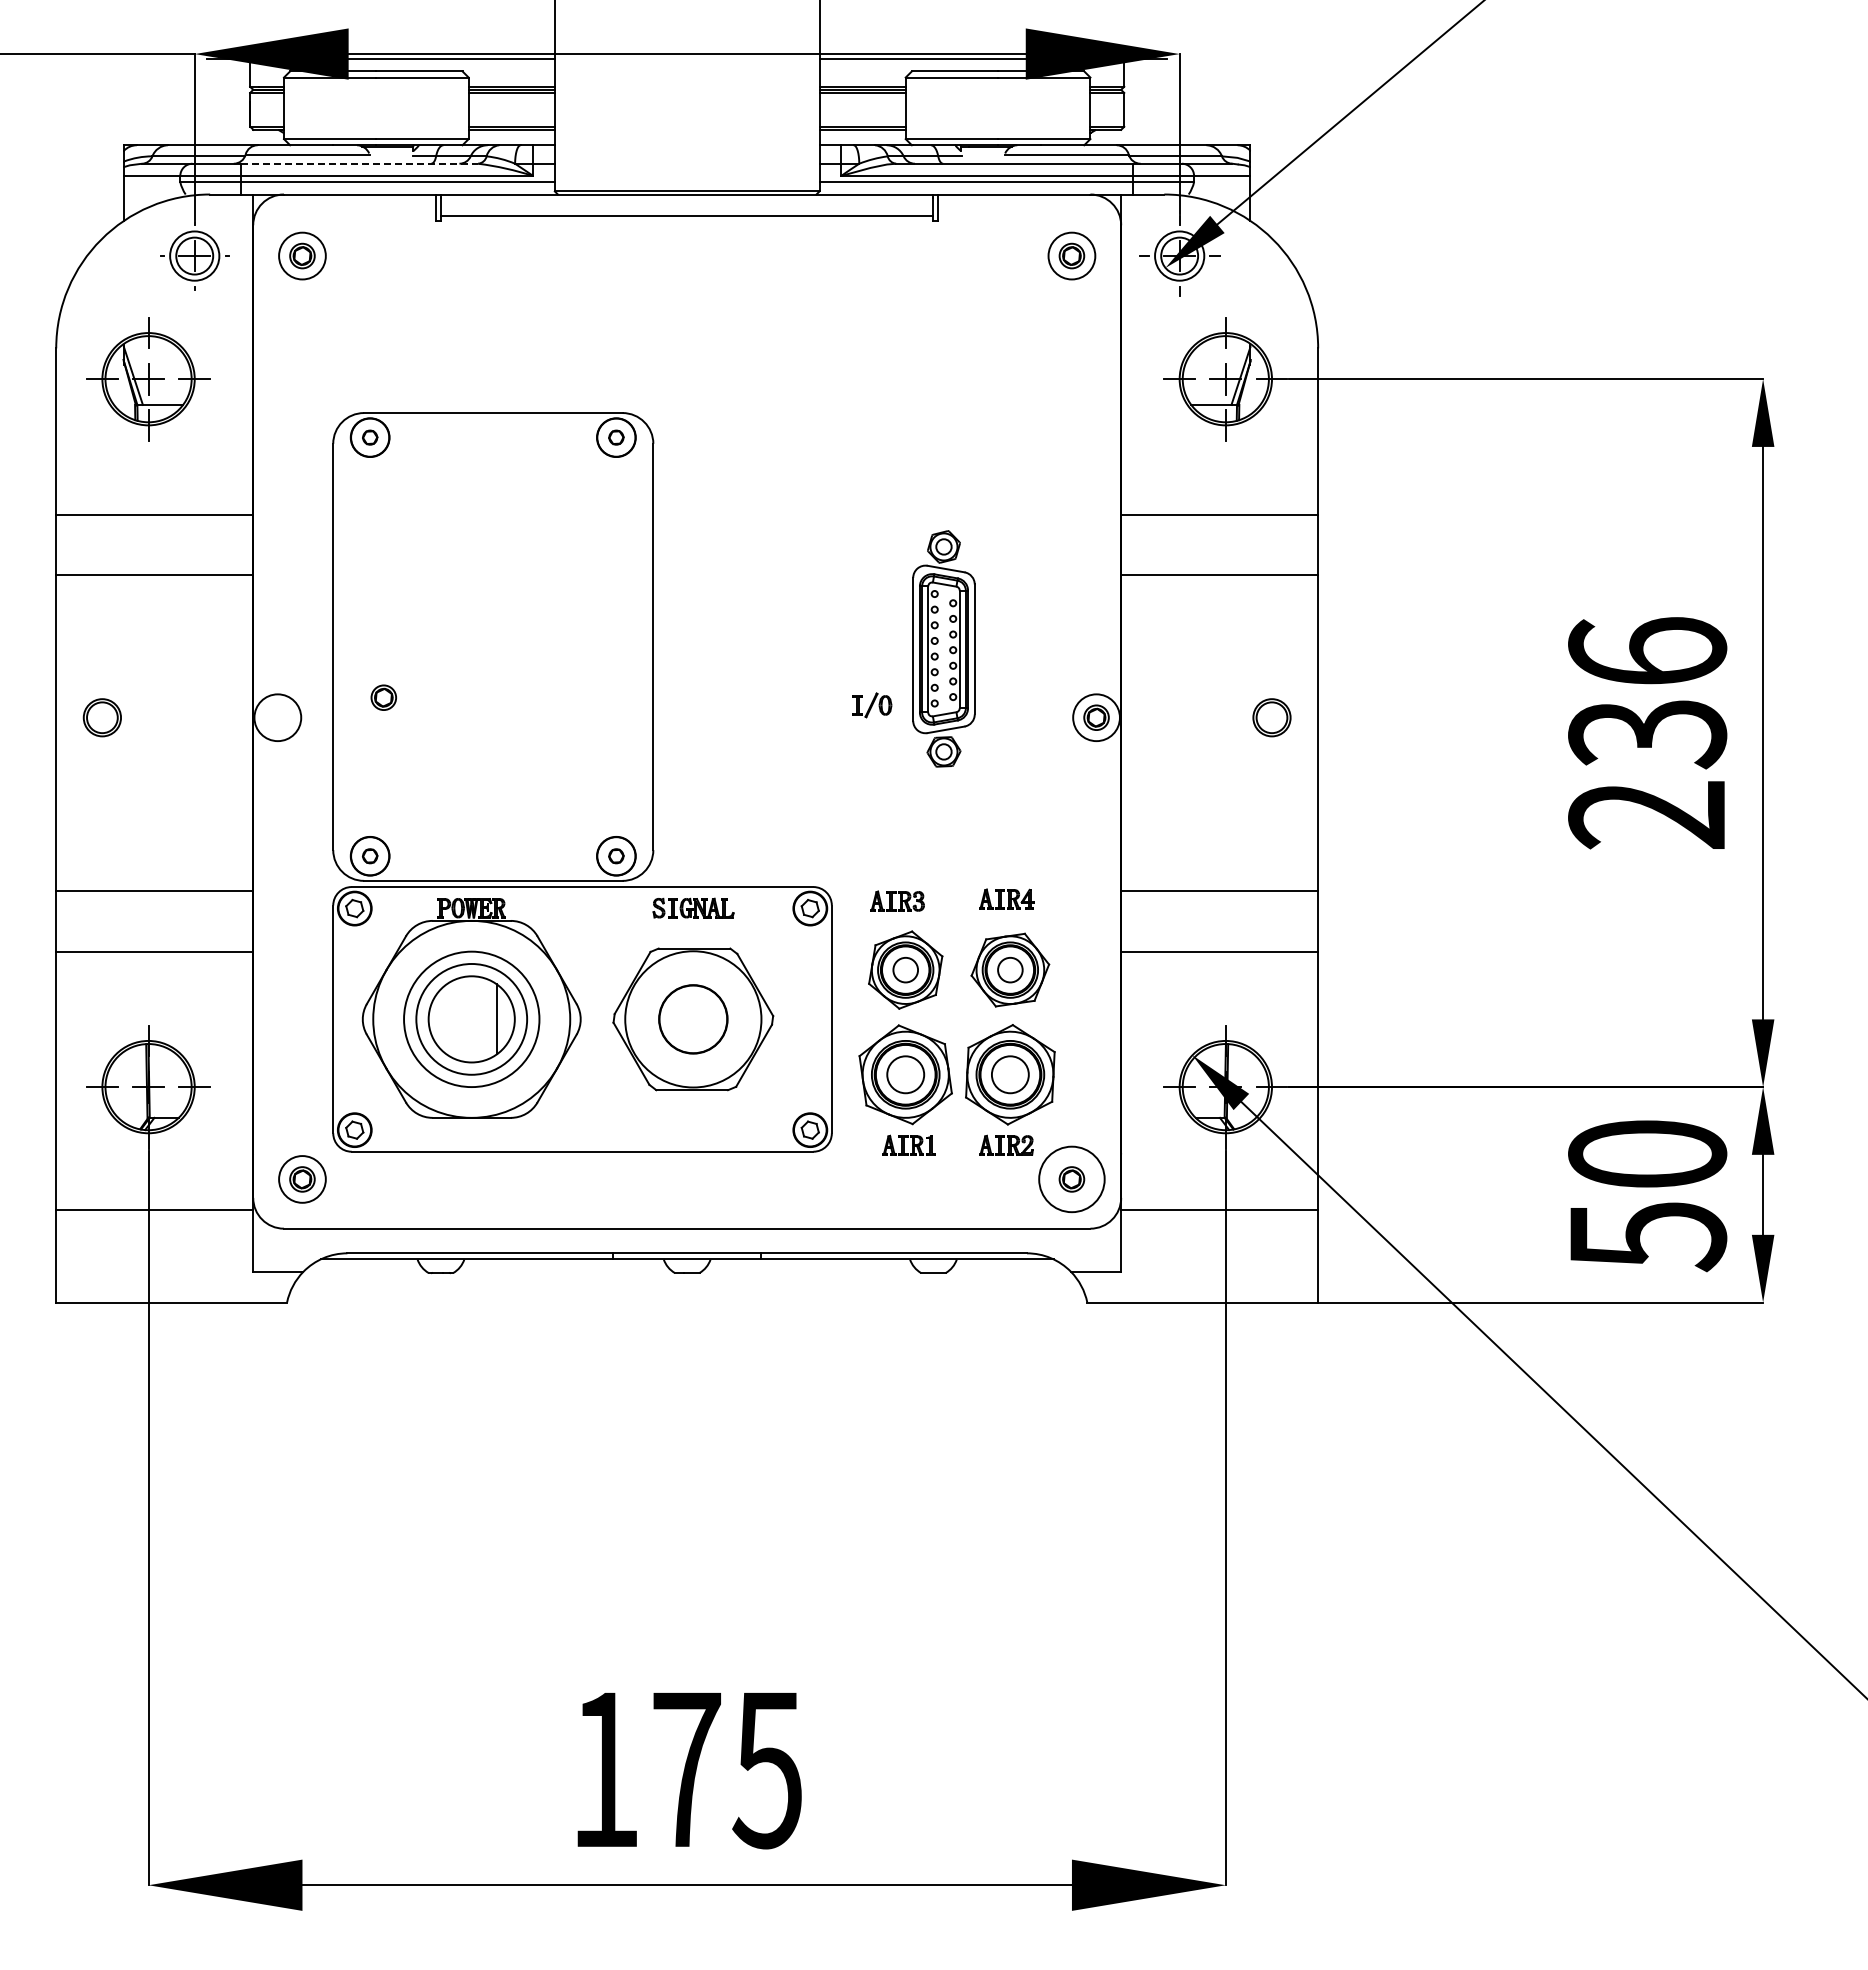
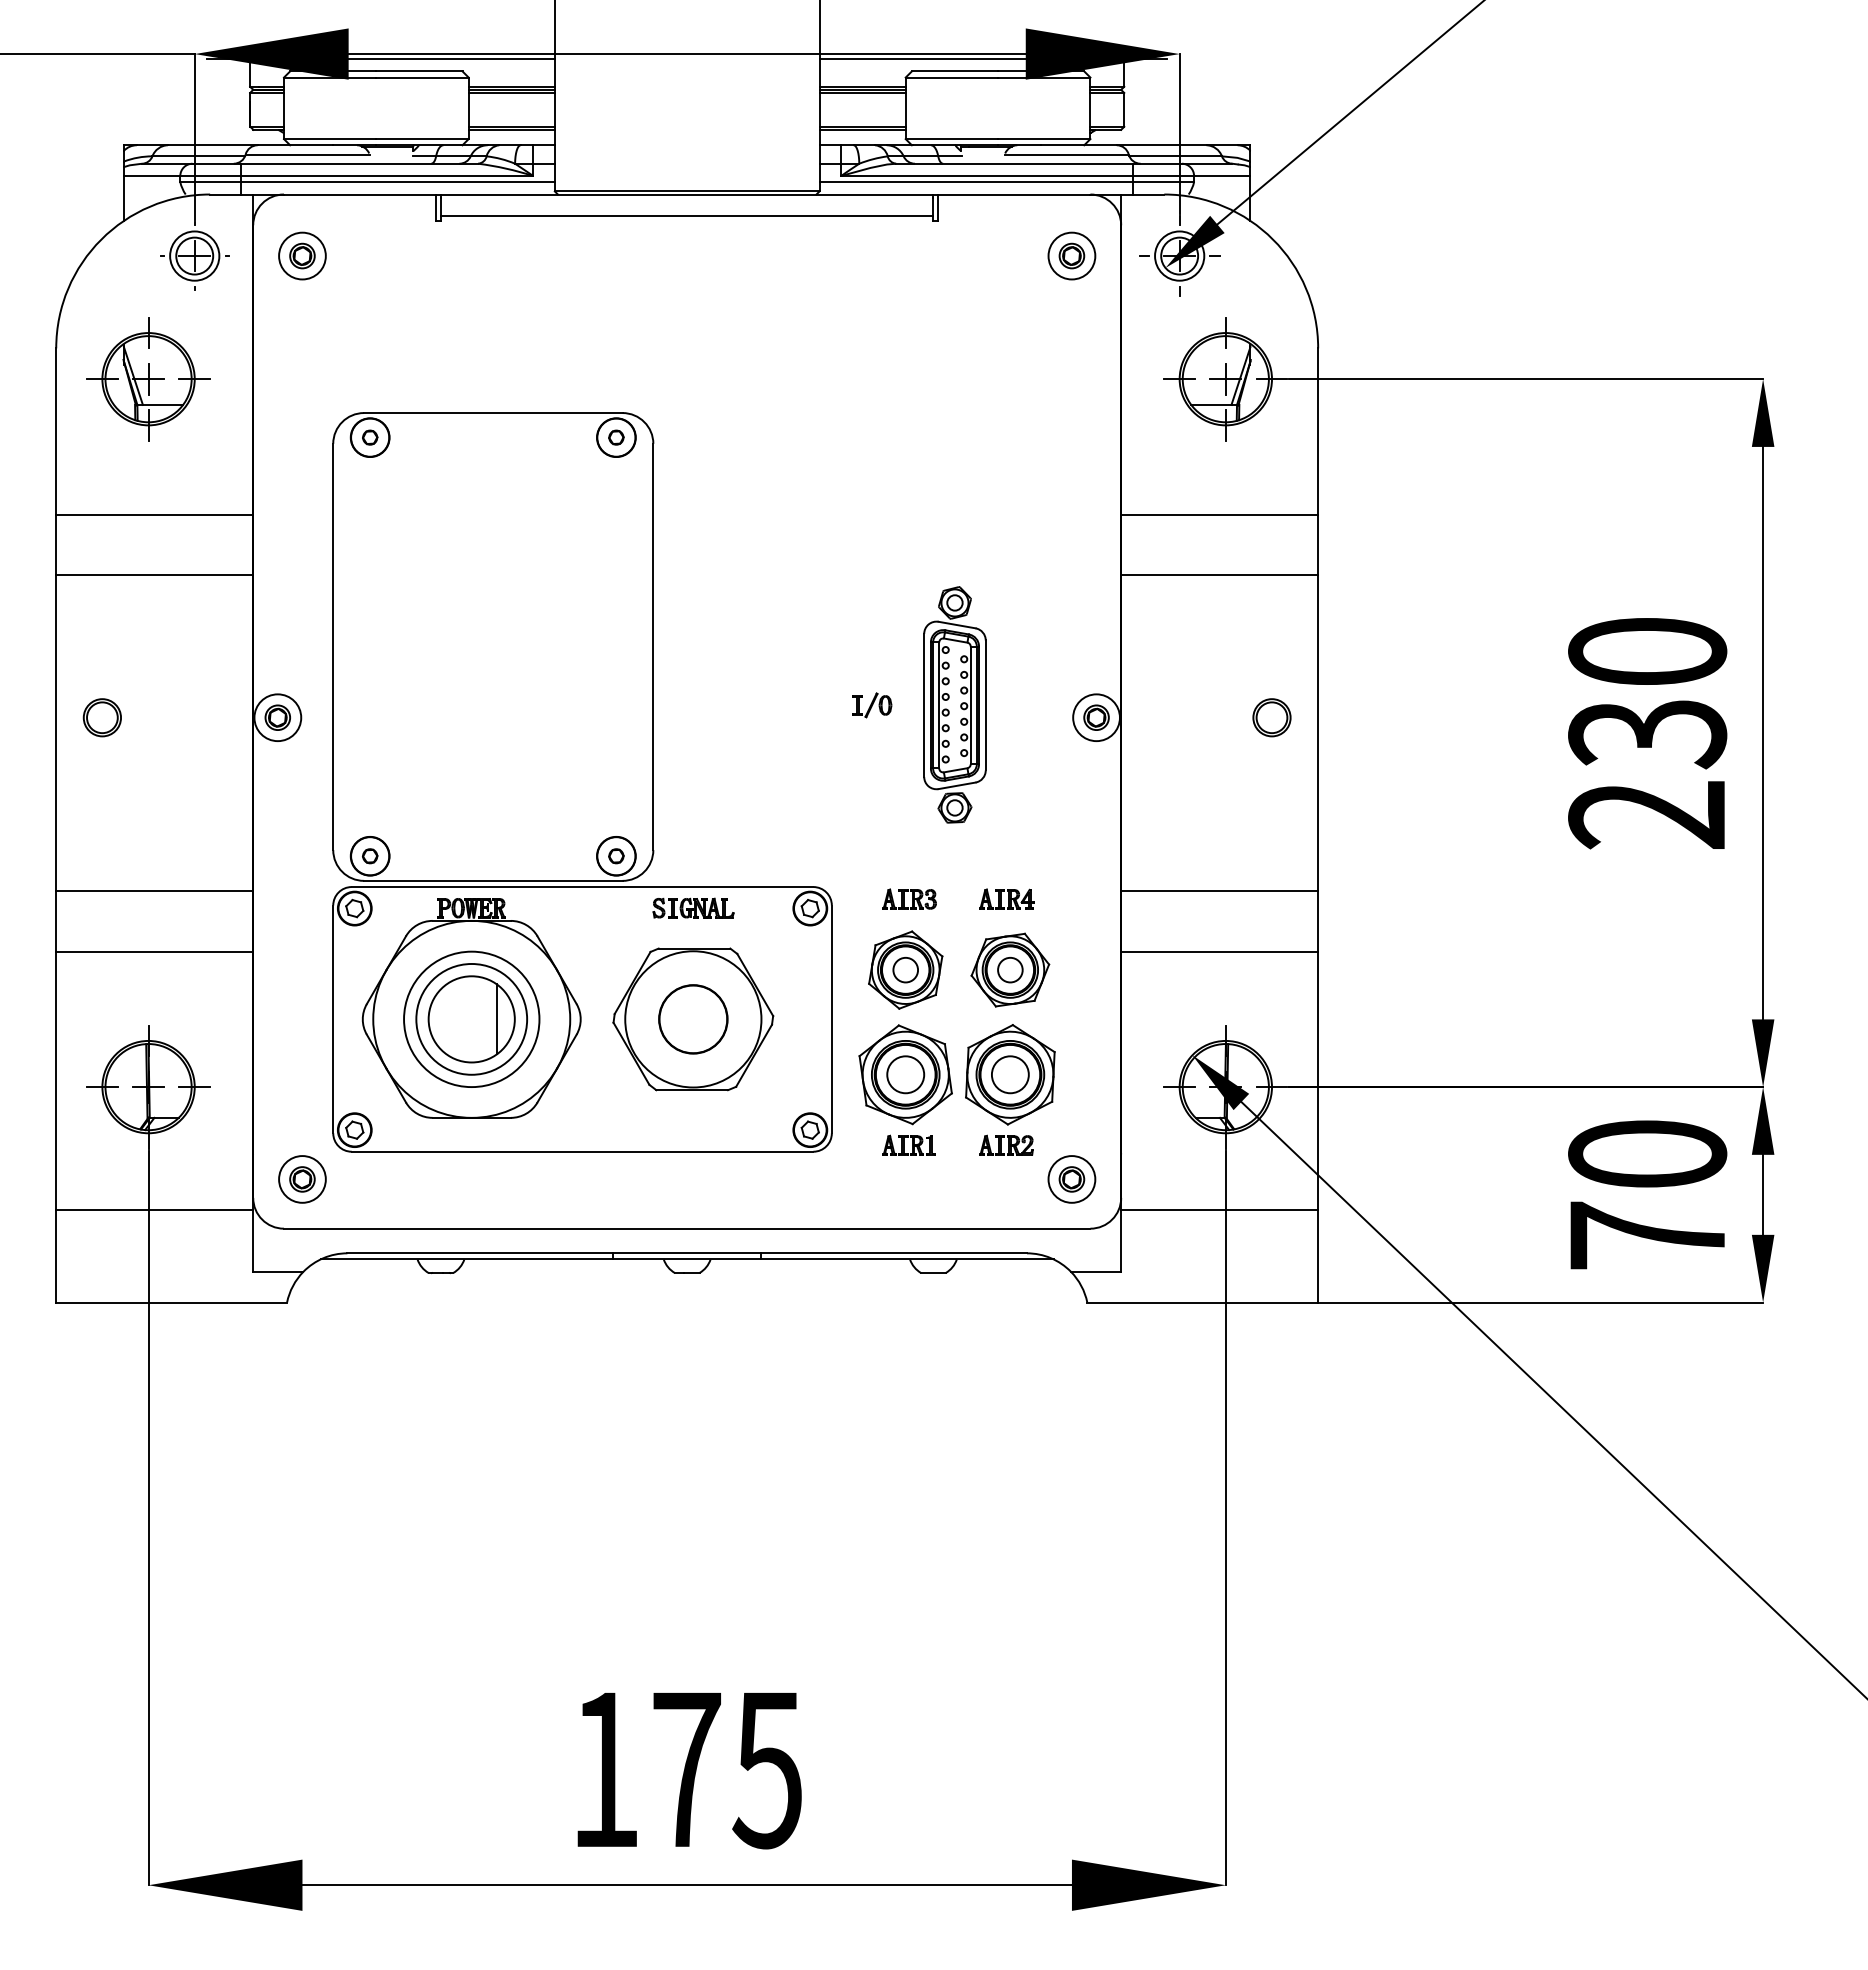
line at (360, 163): dashed -> solid
part at (943, 648) position: (943, 648) -> (954, 704)
text at (1647, 650): 236 -> 230
part at (383, 697) position: (383, 697) -> (277, 717)
part at (897, 900) position: (897, 900) -> (909, 898)
circle at (1071, 1179) diameter: 65 px -> 47 px
text at (1648, 1236): 50 -> 70
